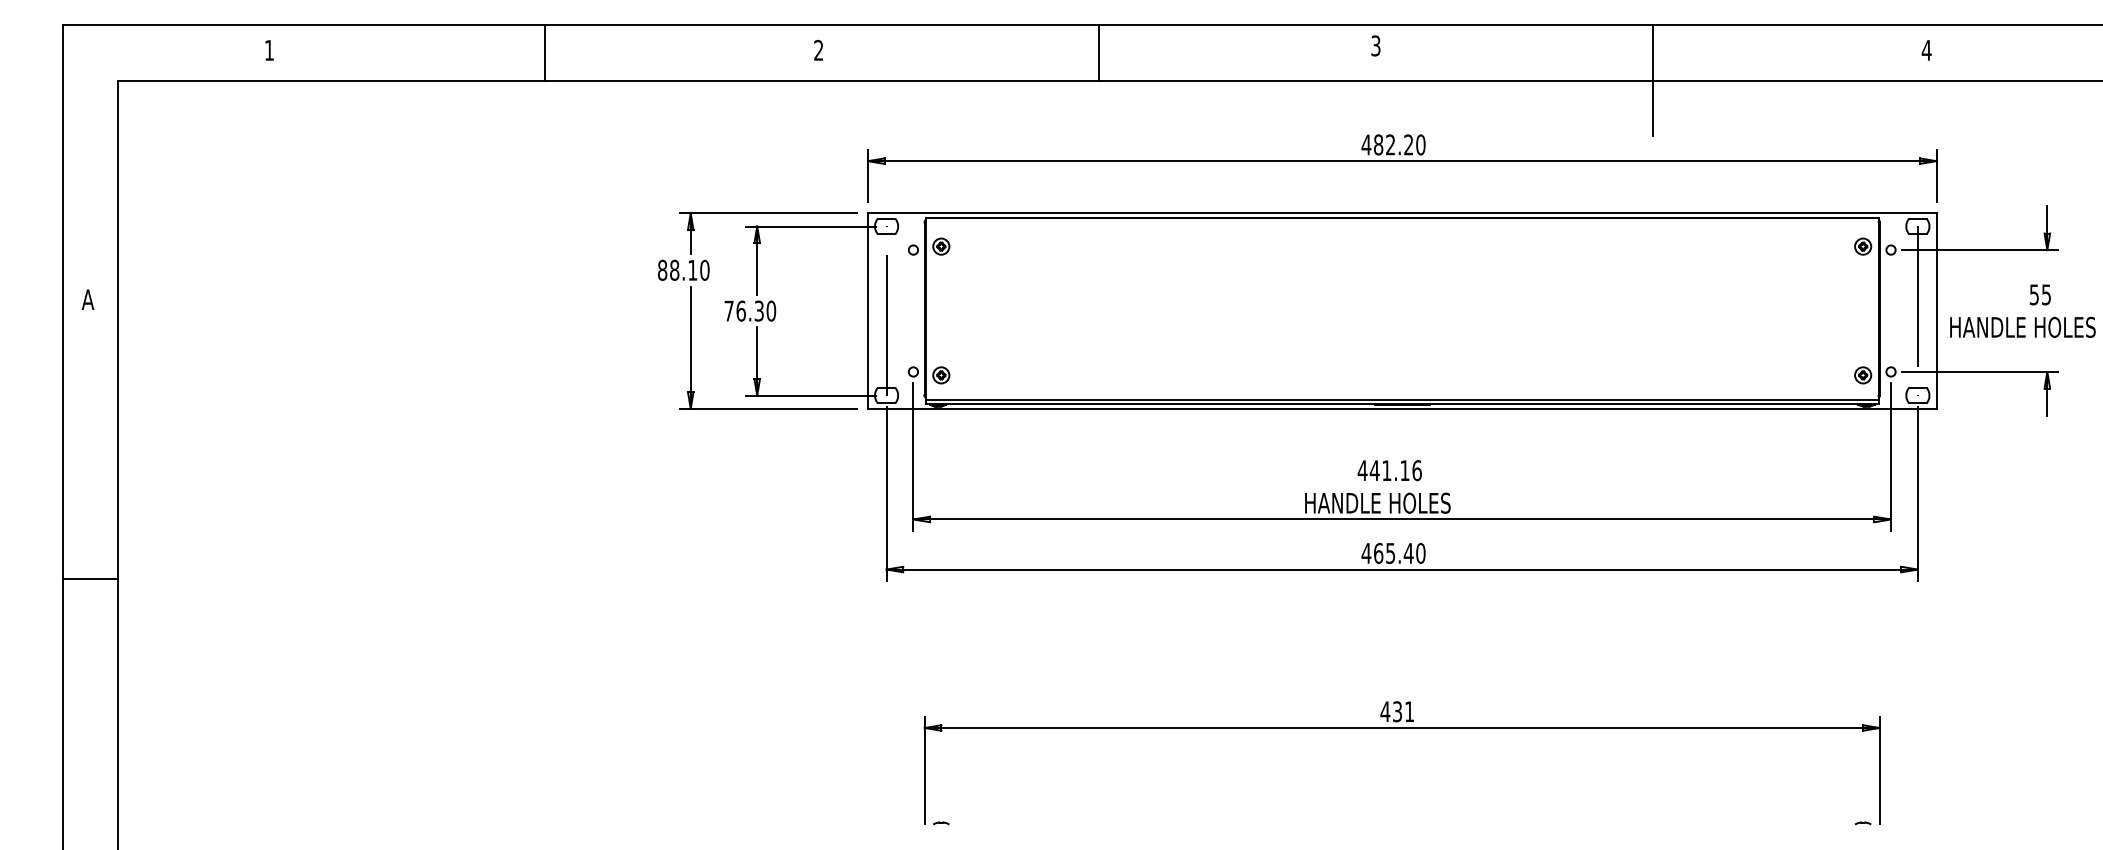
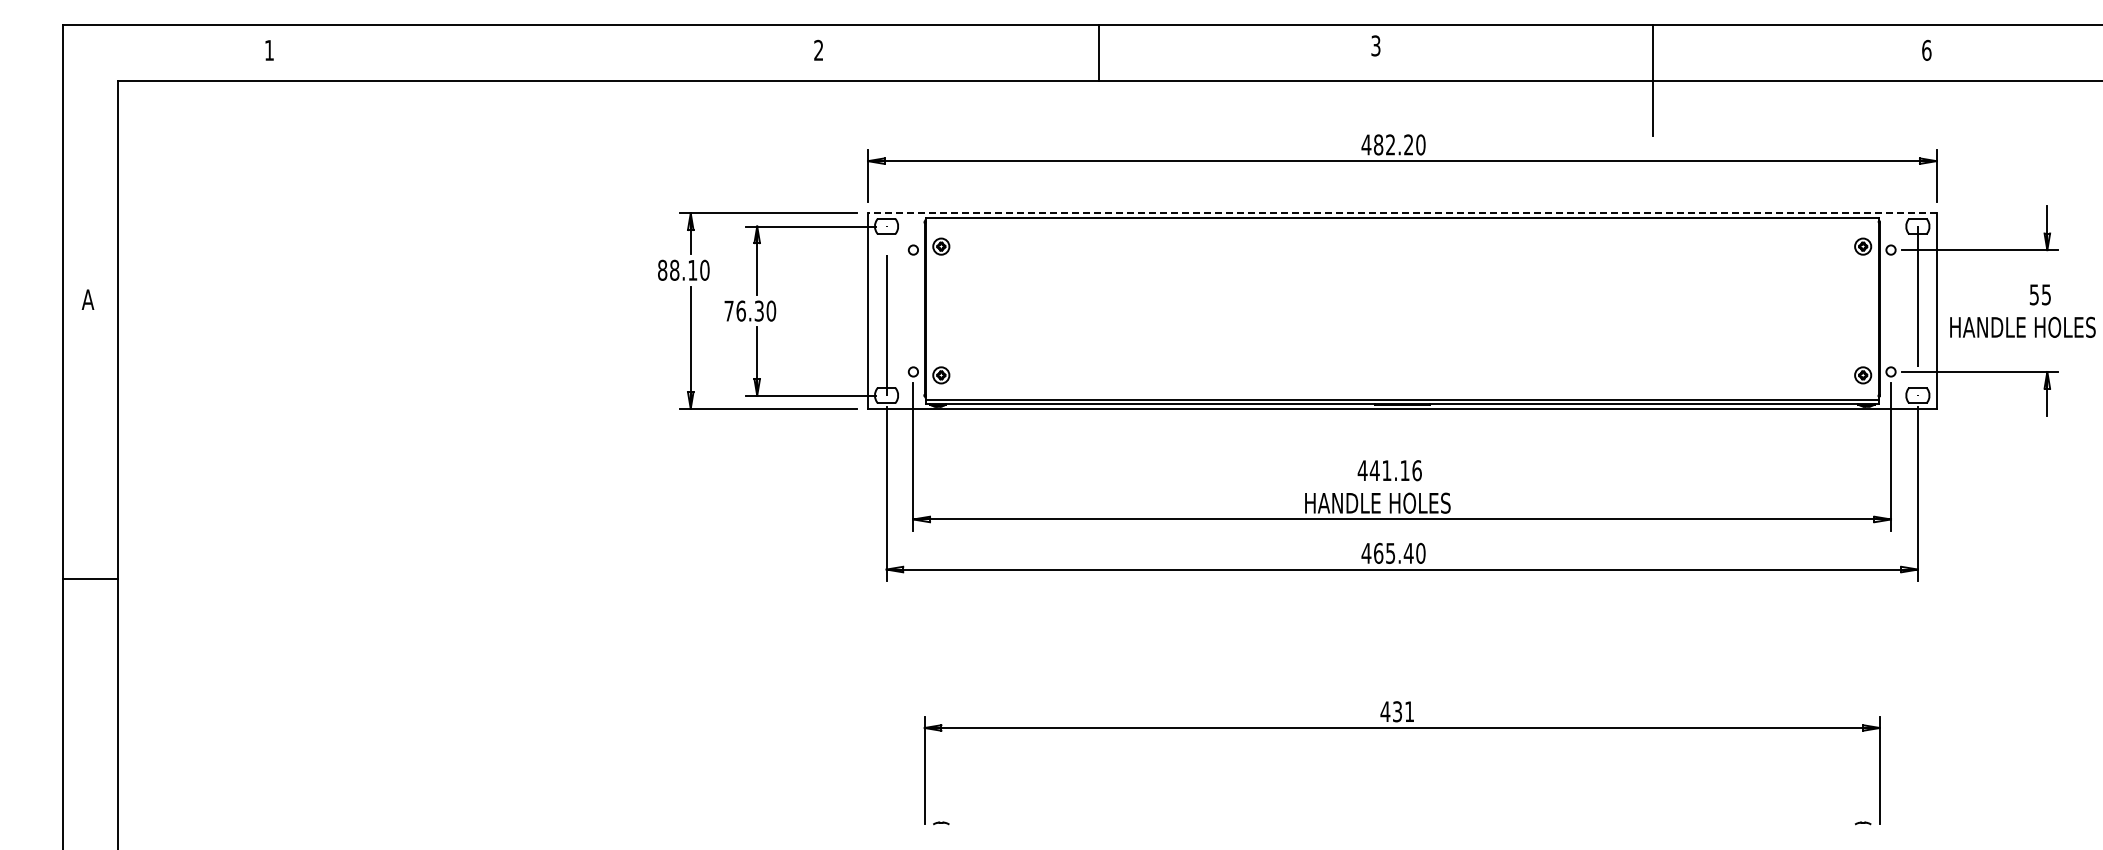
text at (1926, 49): 4 -> 6
line at (545, 52): present -> none
line at (1401, 213): solid -> dashed
